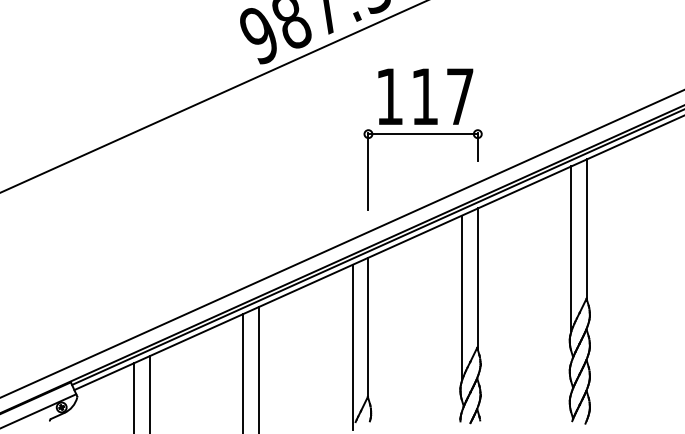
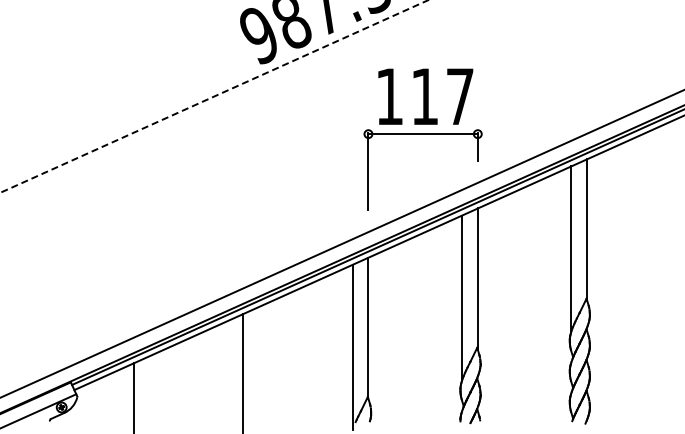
line at (214, 96): solid -> dashed
line at (259, 368): present -> none
line at (149, 392): present -> none
